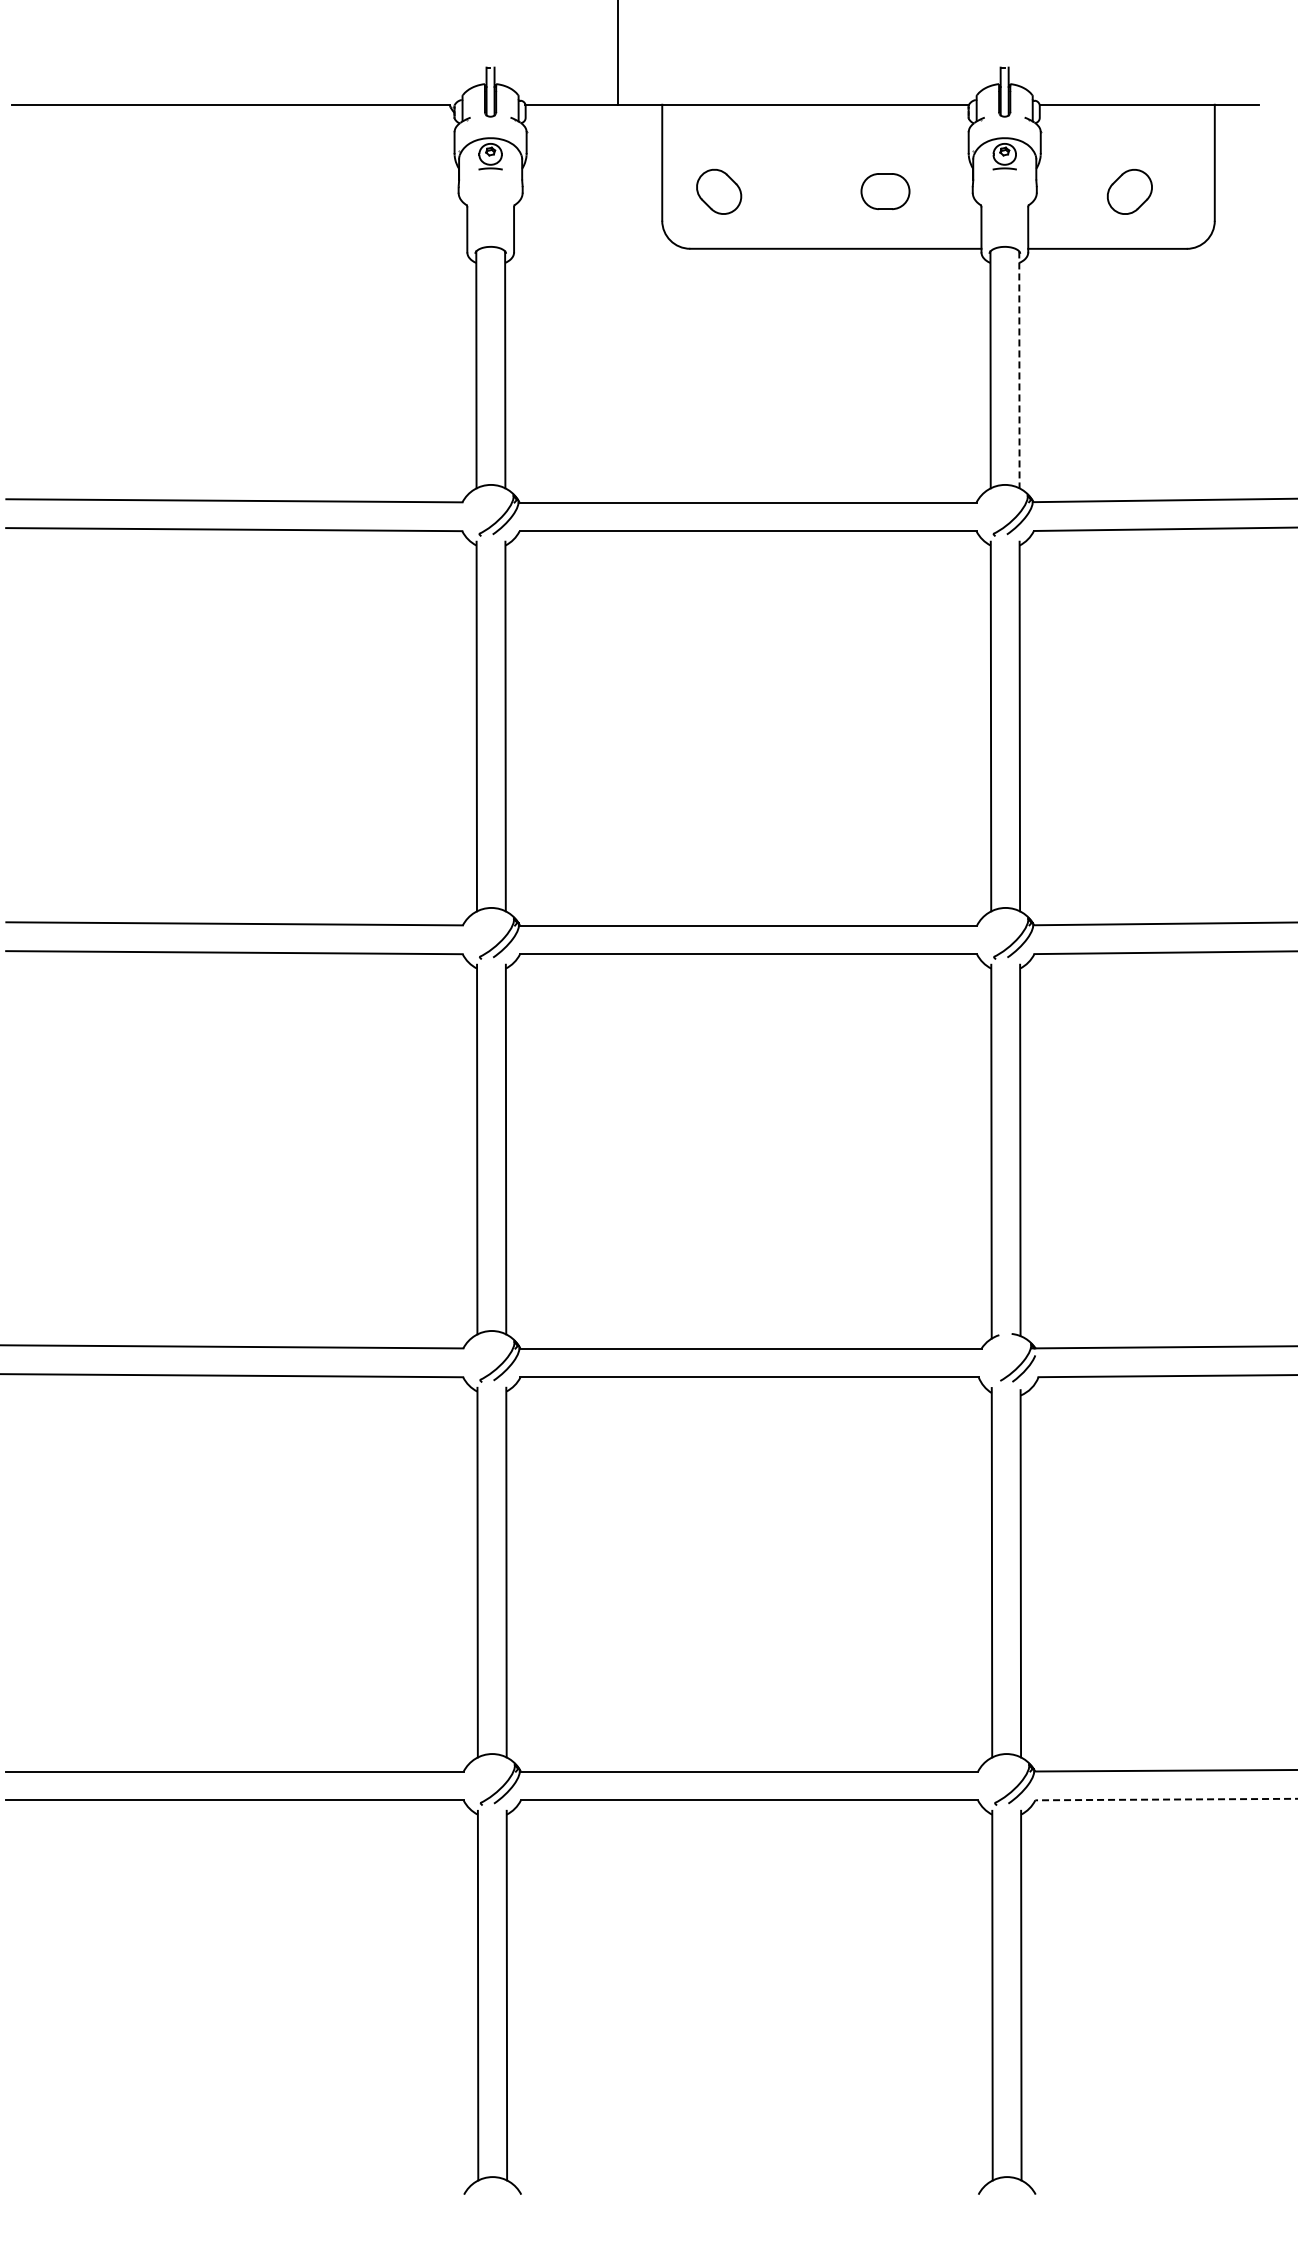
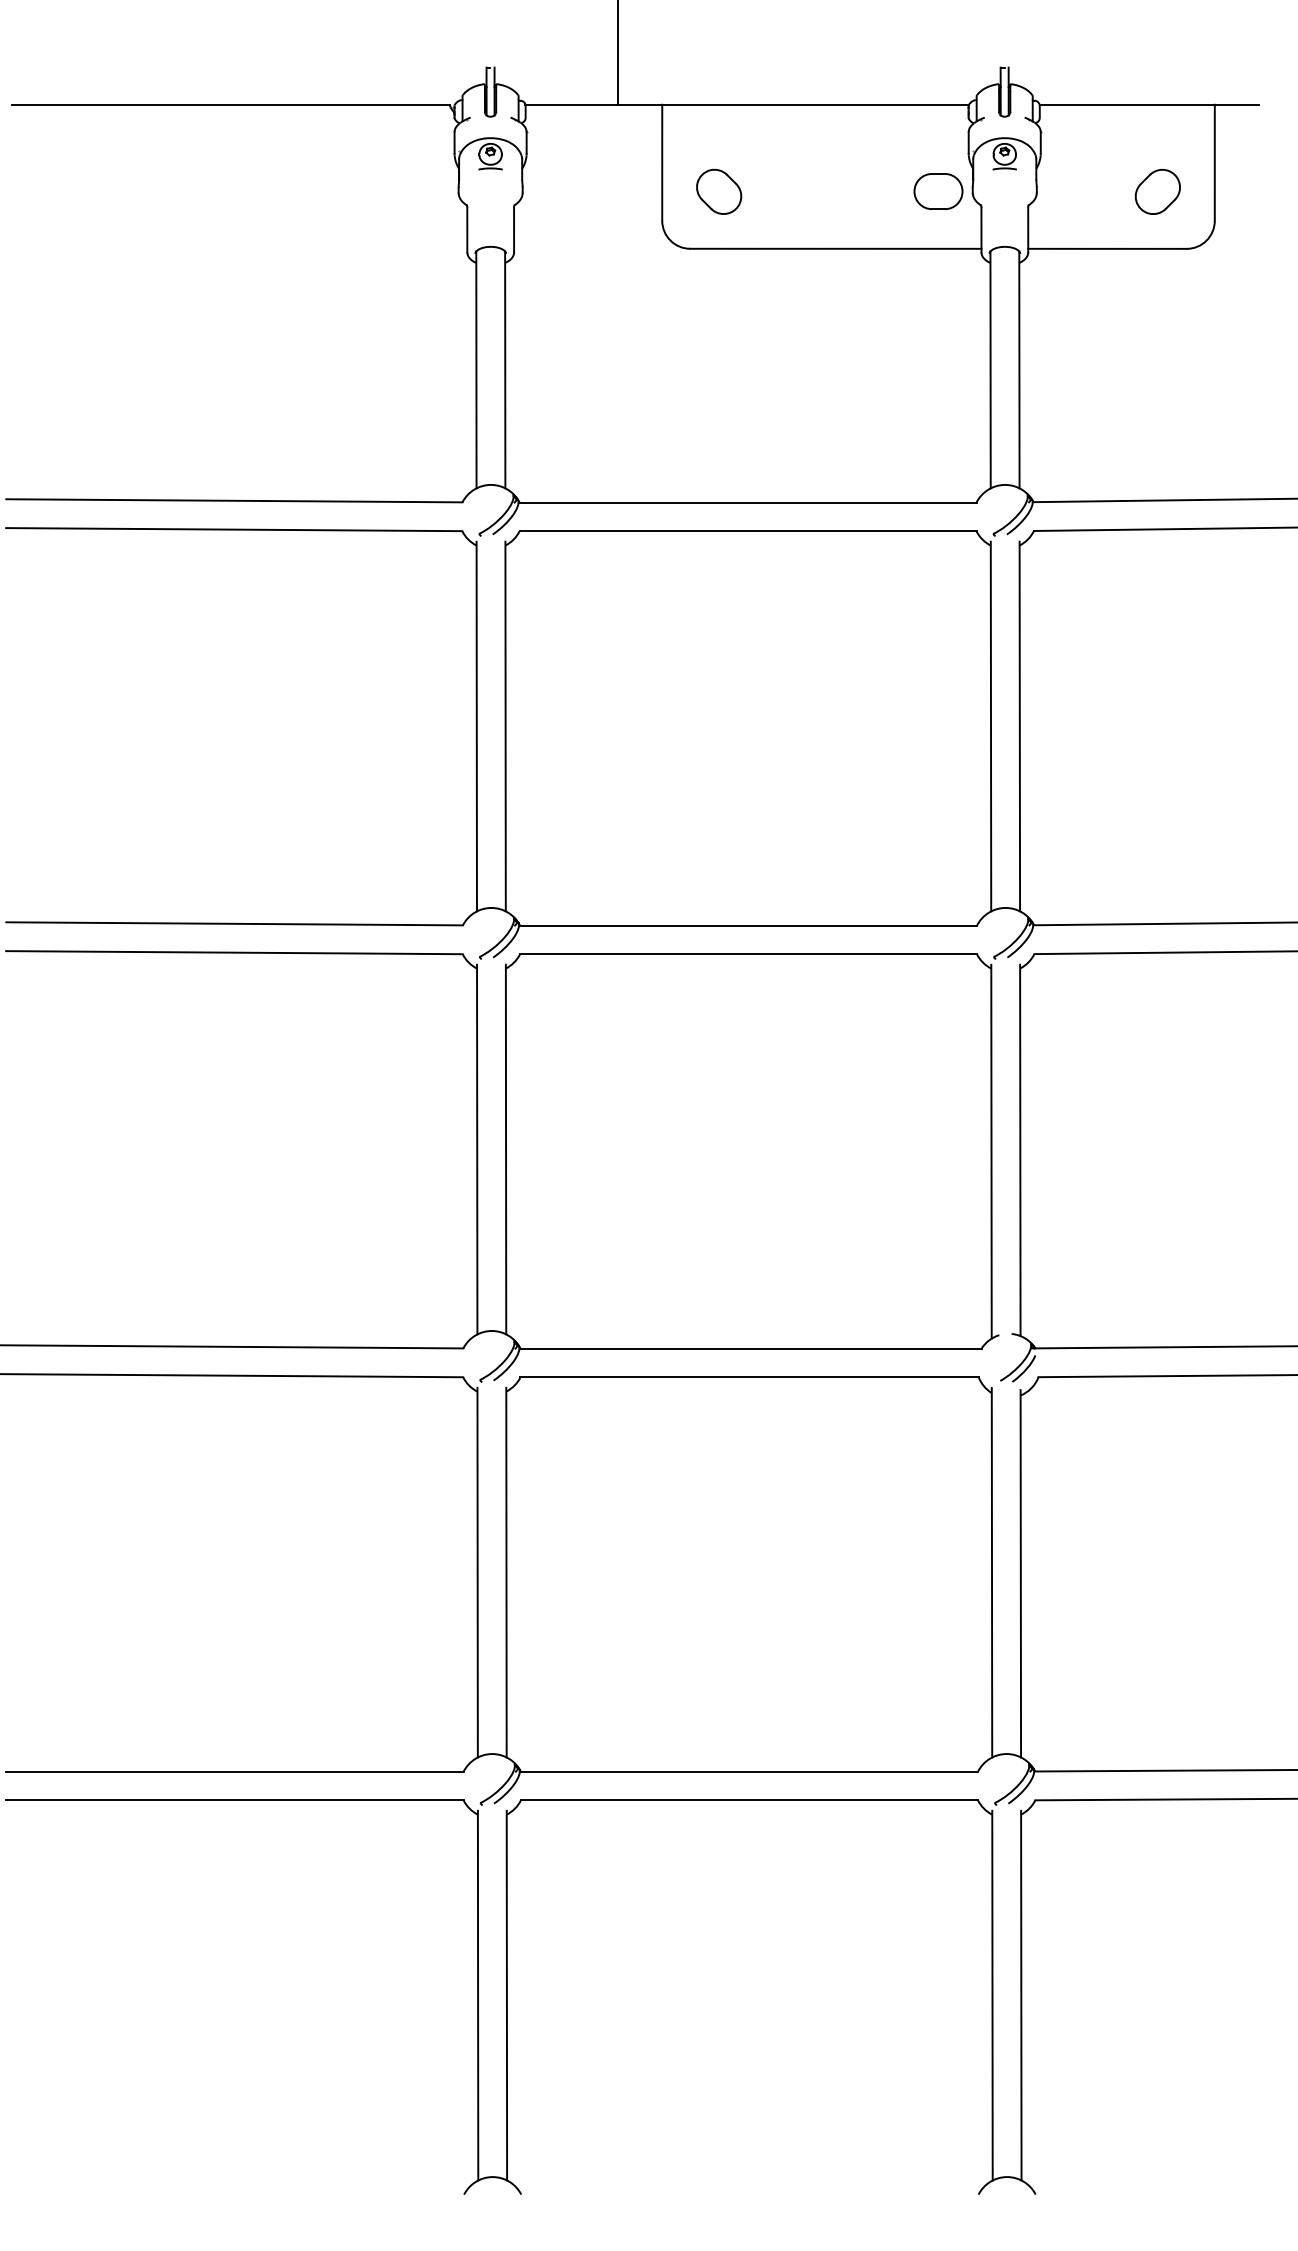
part at (885, 191) position: (885, 191) -> (938, 191)
part at (1129, 191) position: (1129, 191) -> (1157, 191)
line at (1019, 370): dashed -> solid
line at (1166, 1799): dashed -> solid
